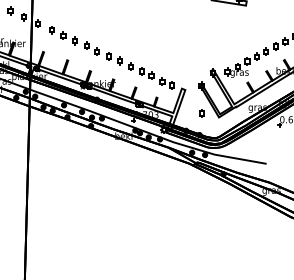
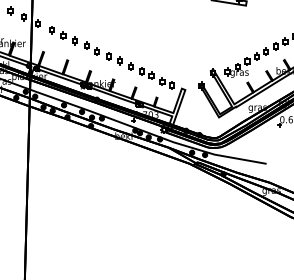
part at (201, 113): present -> none
